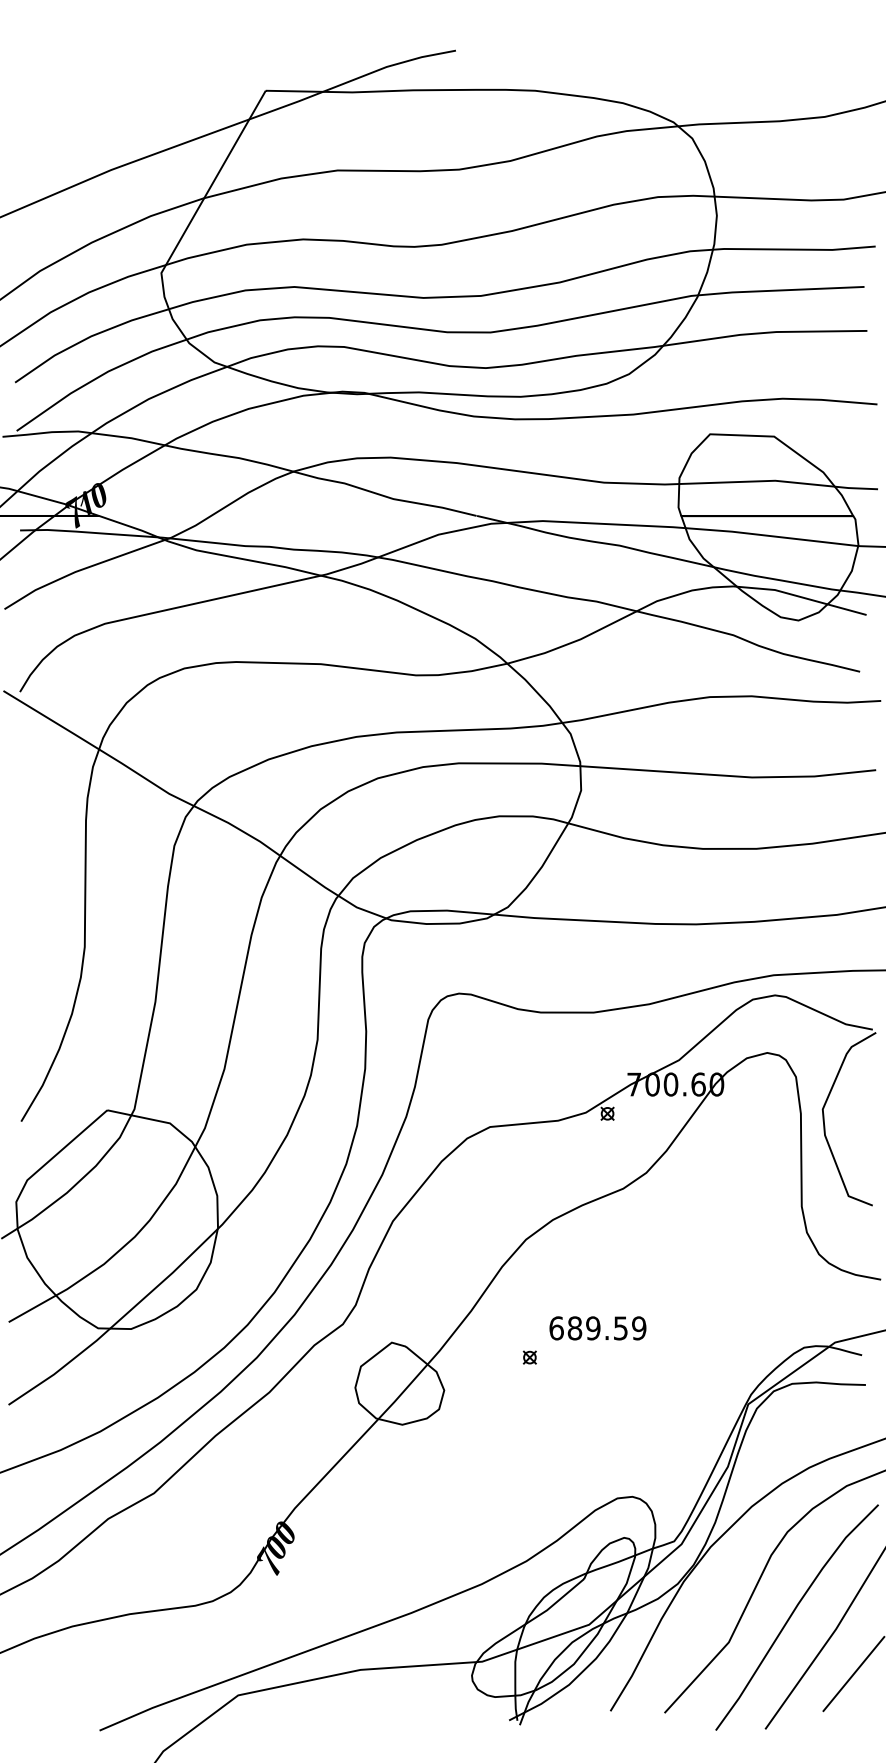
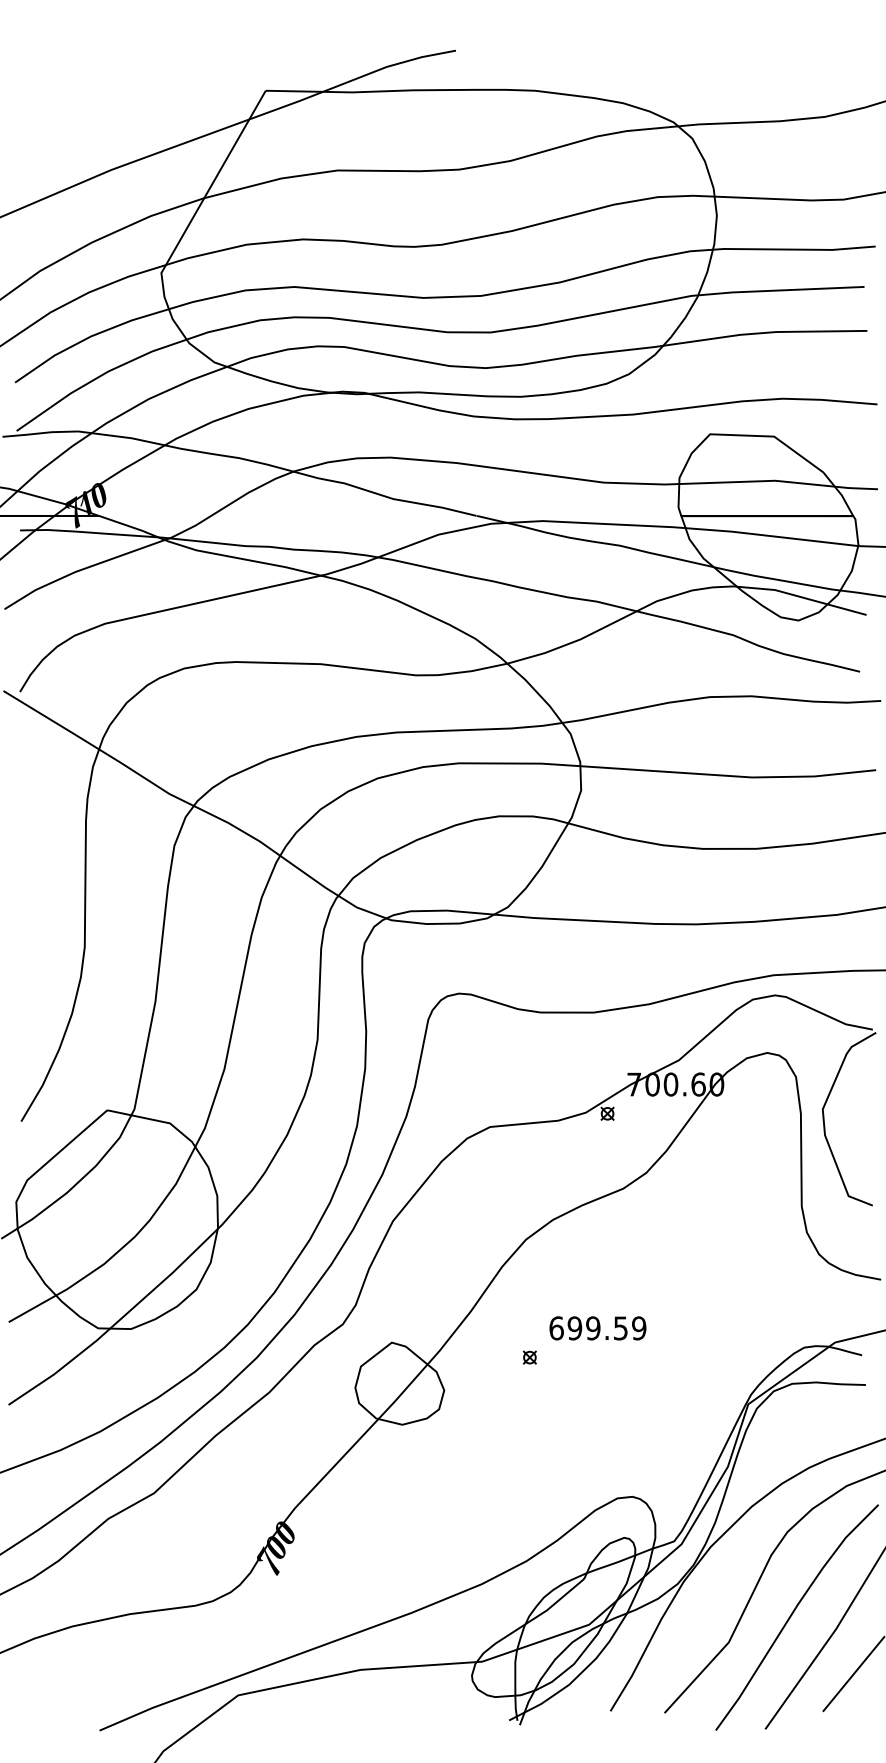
text at (574, 1328): 689.59 -> 699.59
